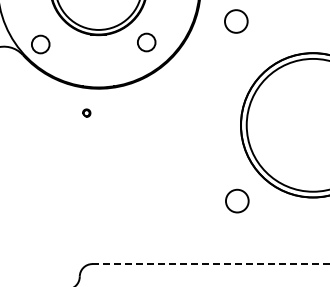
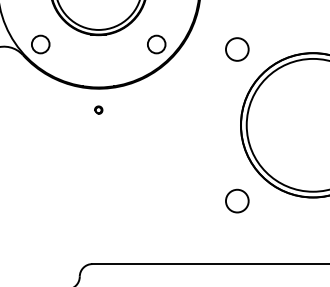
circle at (236, 21) position: (236, 21) -> (237, 49)
circle at (146, 42) position: (146, 42) -> (156, 44)
part at (86, 112) position: (86, 112) -> (98, 109)
line at (211, 264): dashed -> solid
